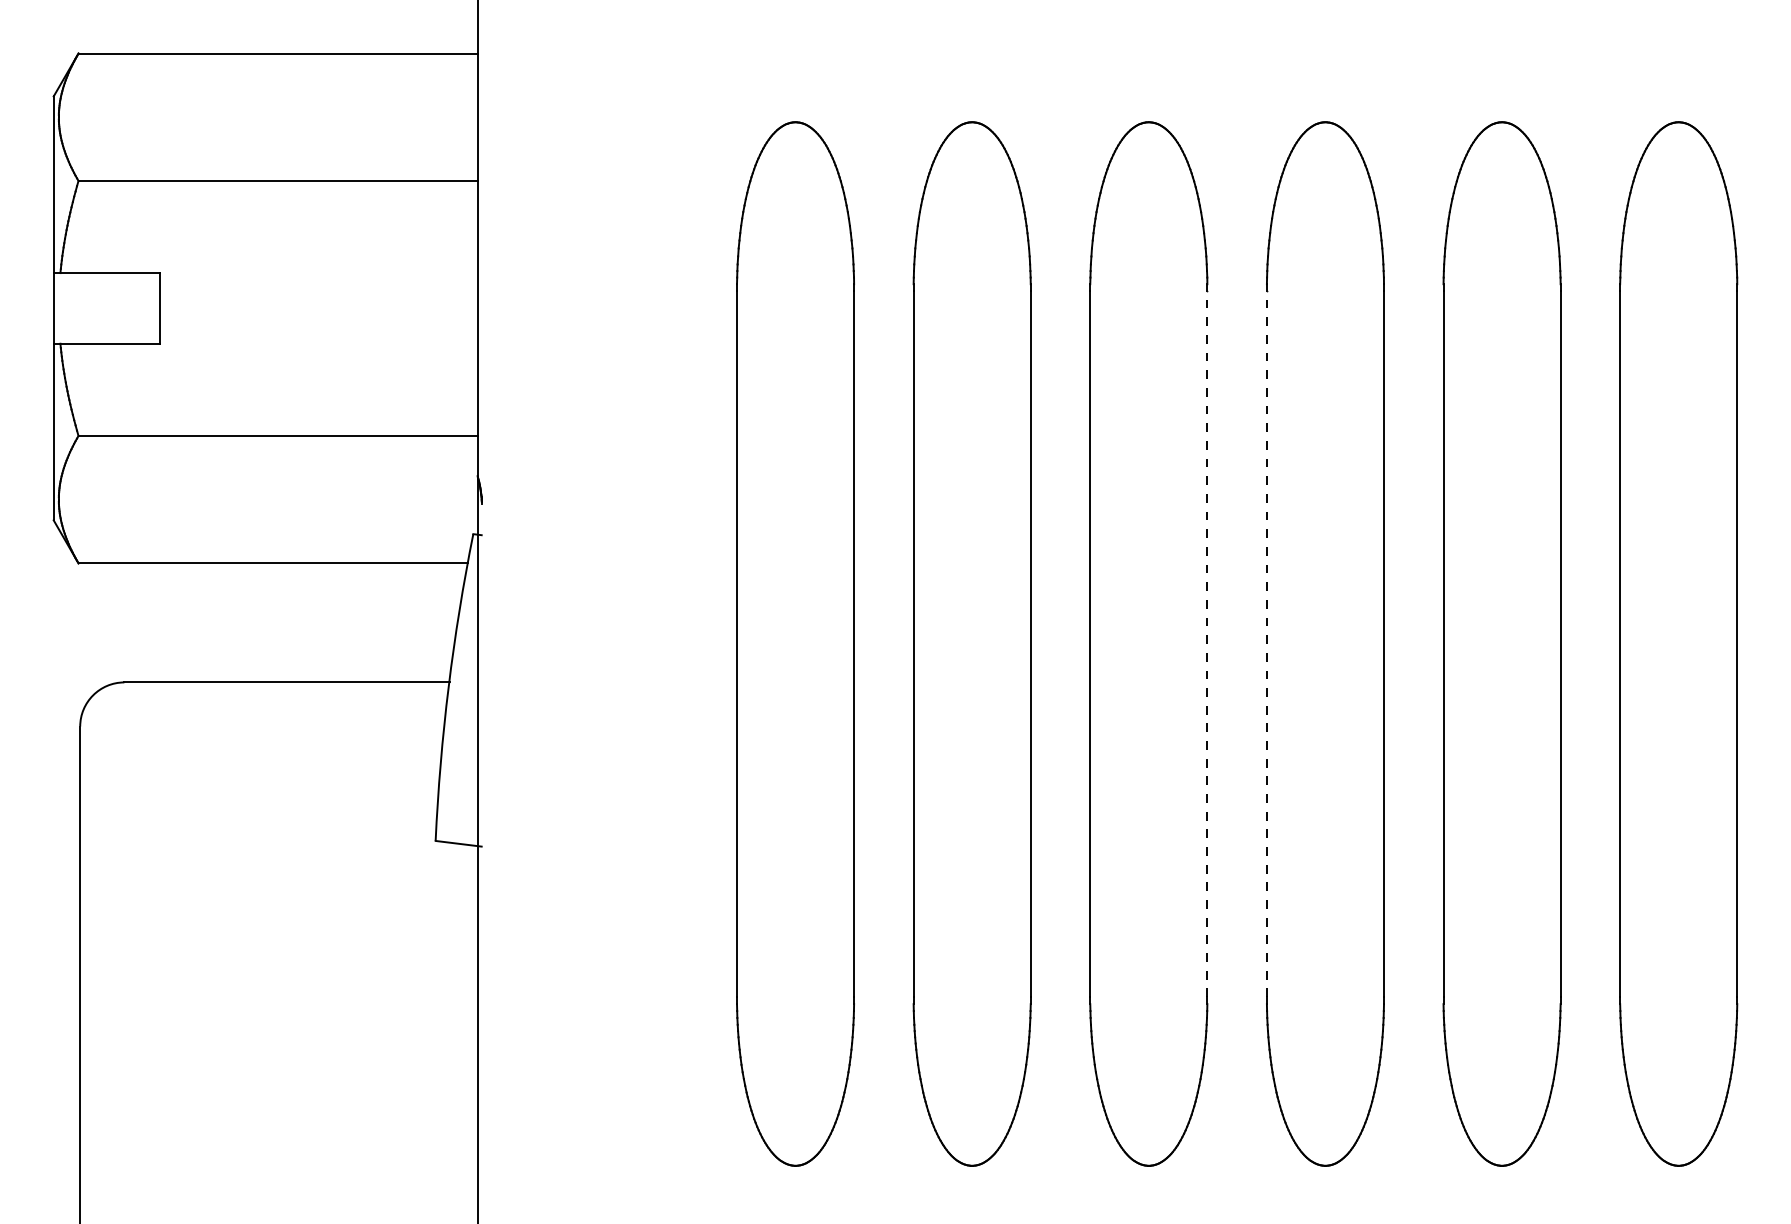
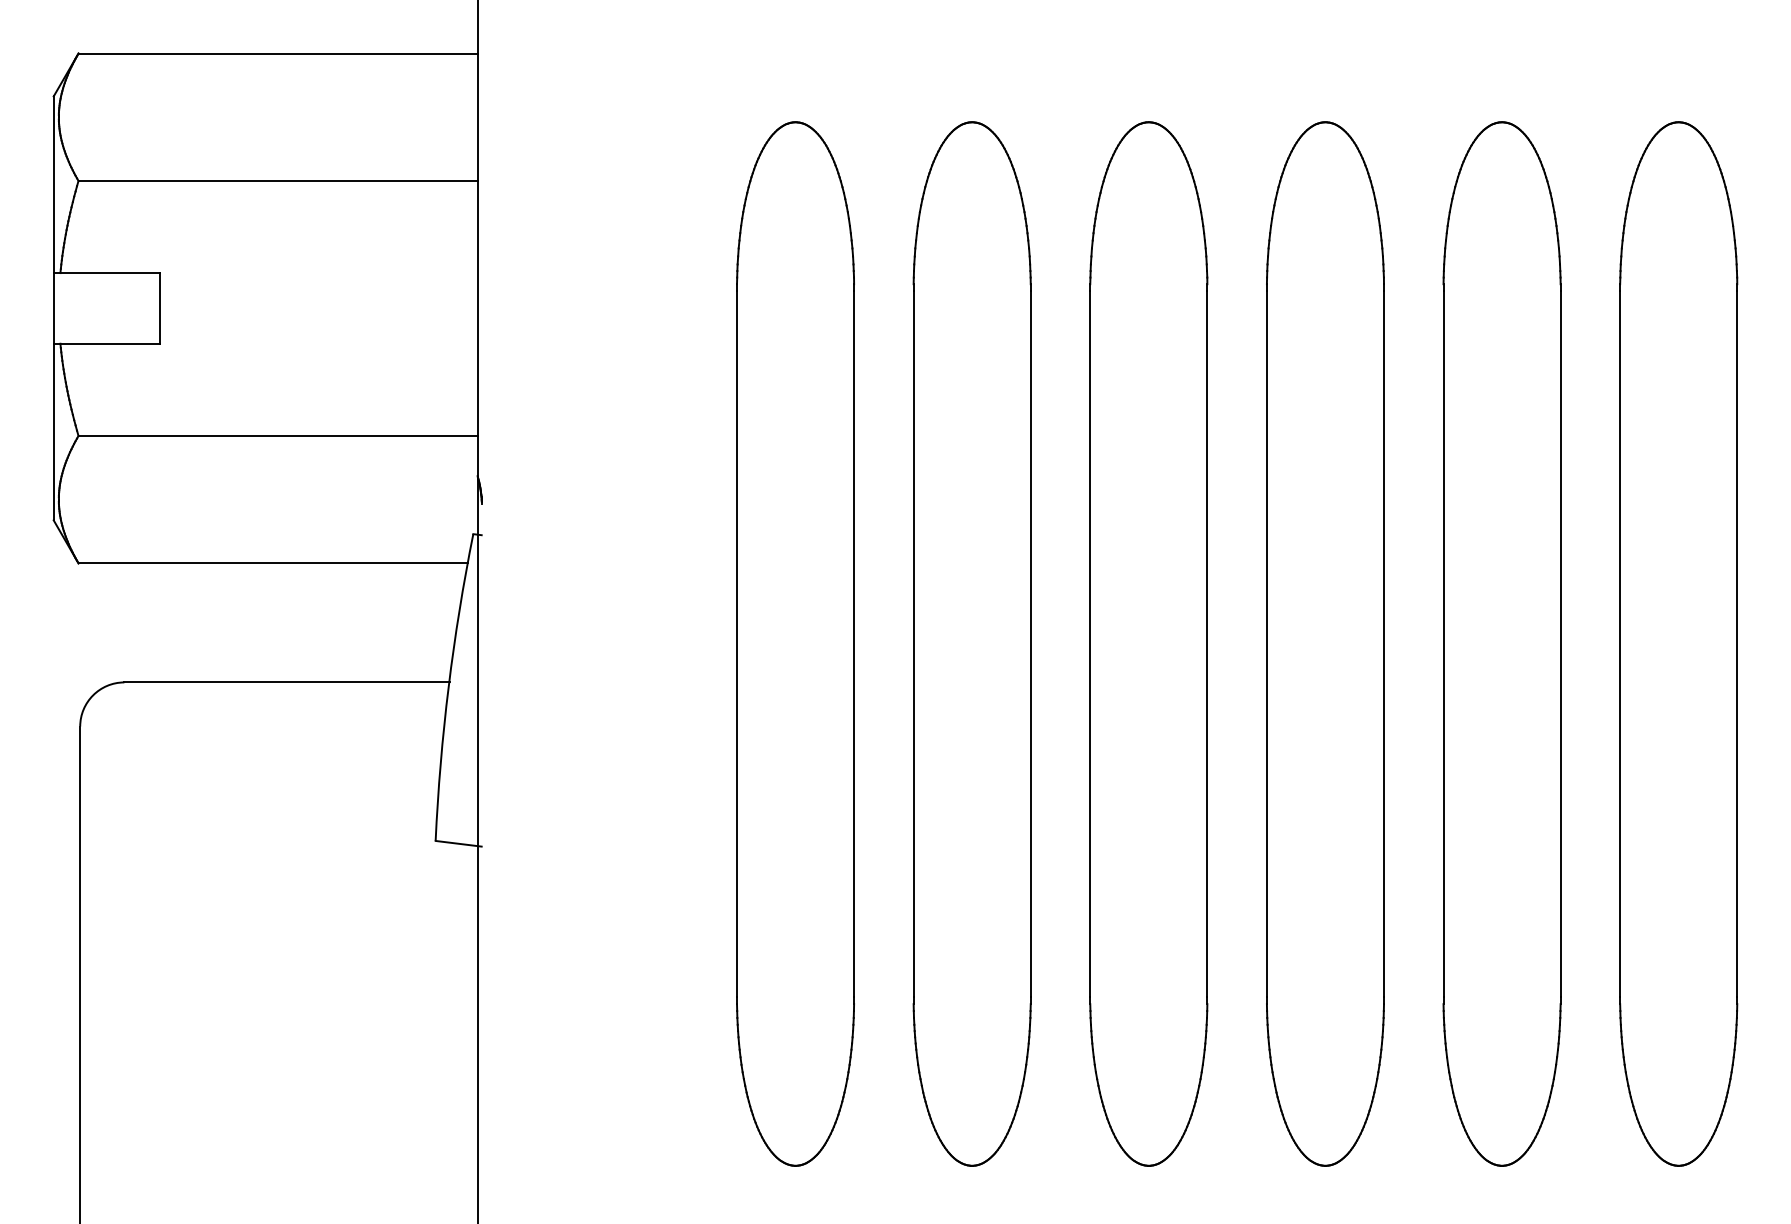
line at (1207, 643): dashed -> solid
line at (1266, 643): dashed -> solid
